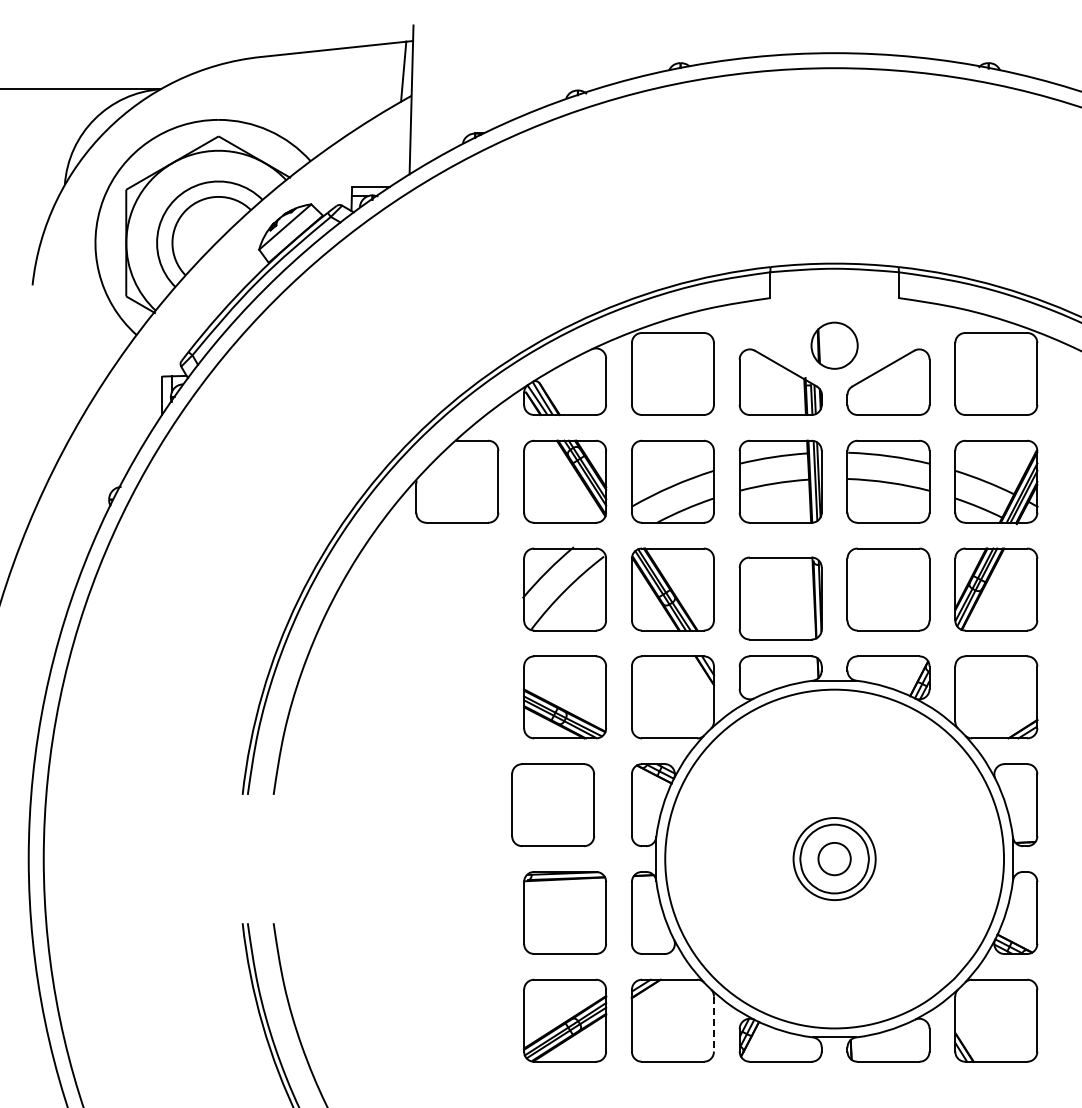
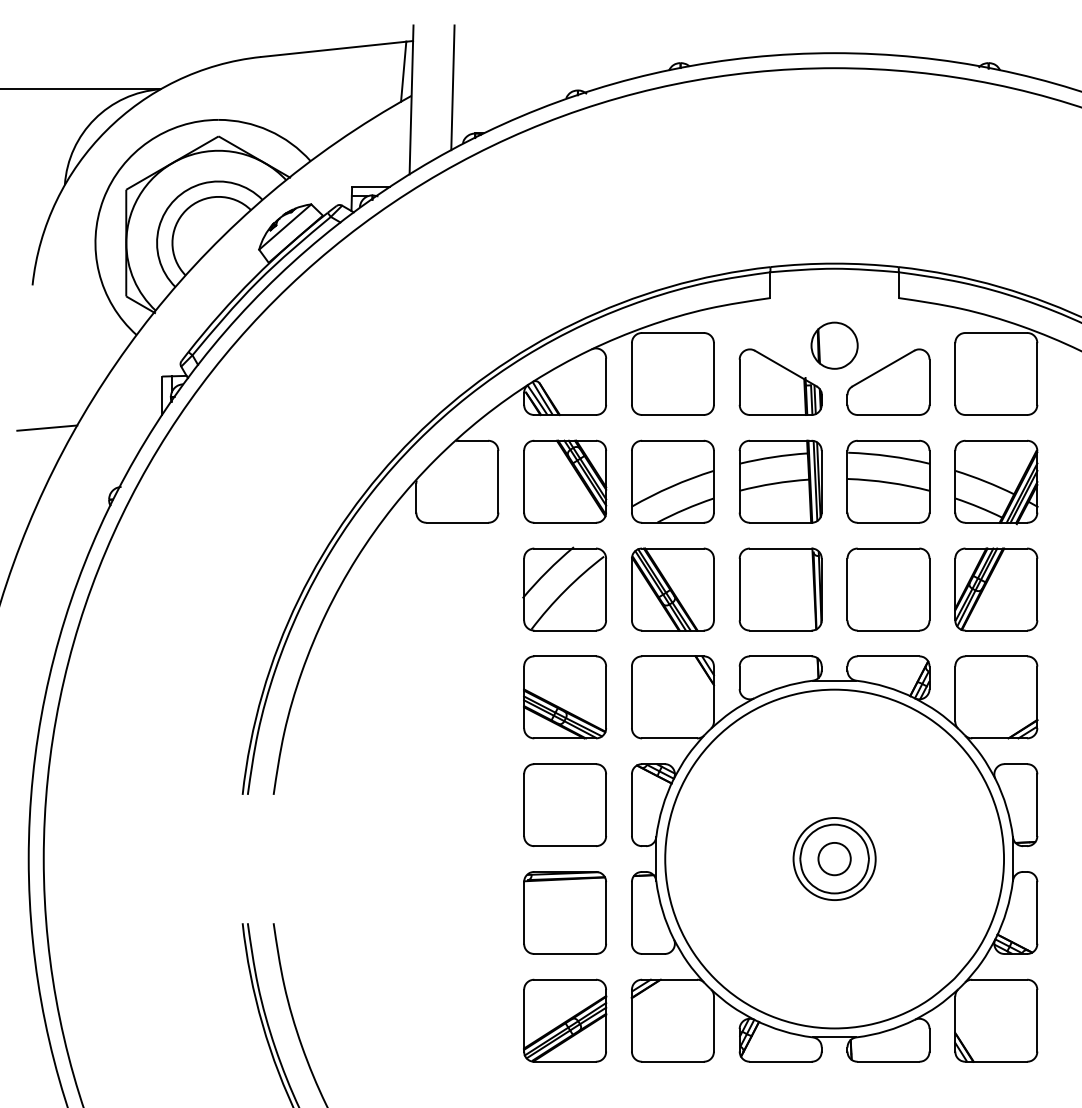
line at (452, 87): none -> present
line at (47, 427): none -> present
part at (780, 598) position: (780, 598) -> (780, 589)
part at (552, 805) position: (552, 805) -> (564, 805)
line at (714, 1024): dashed -> solid
